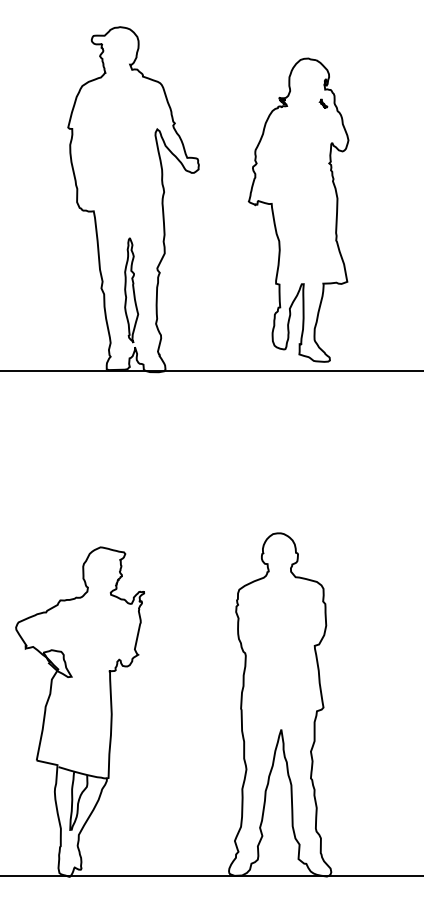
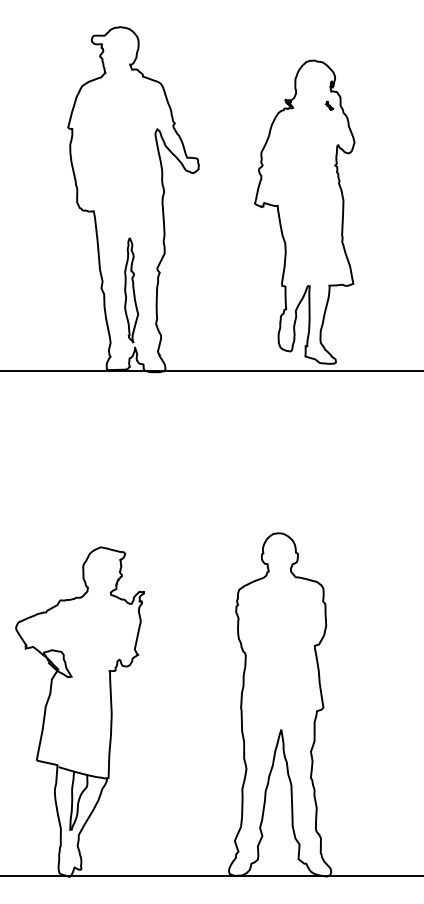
part at (298, 209) position: (298, 209) -> (304, 211)
